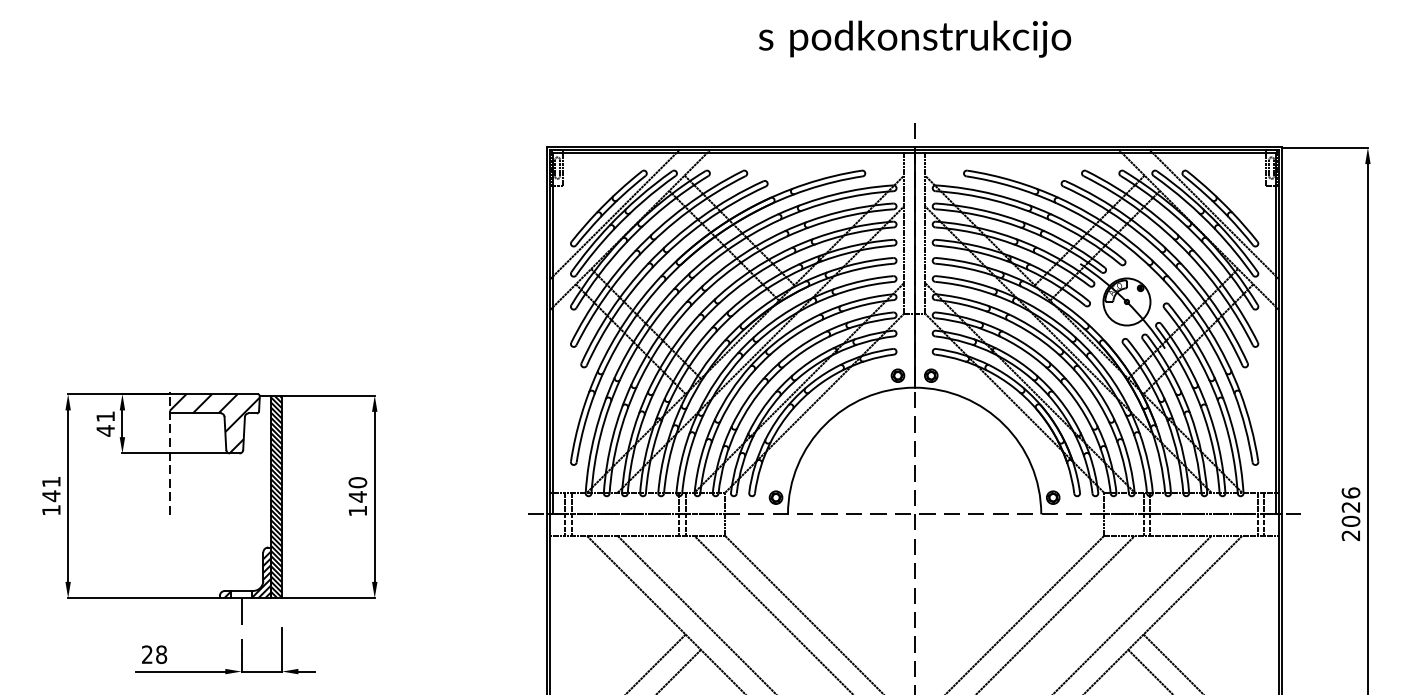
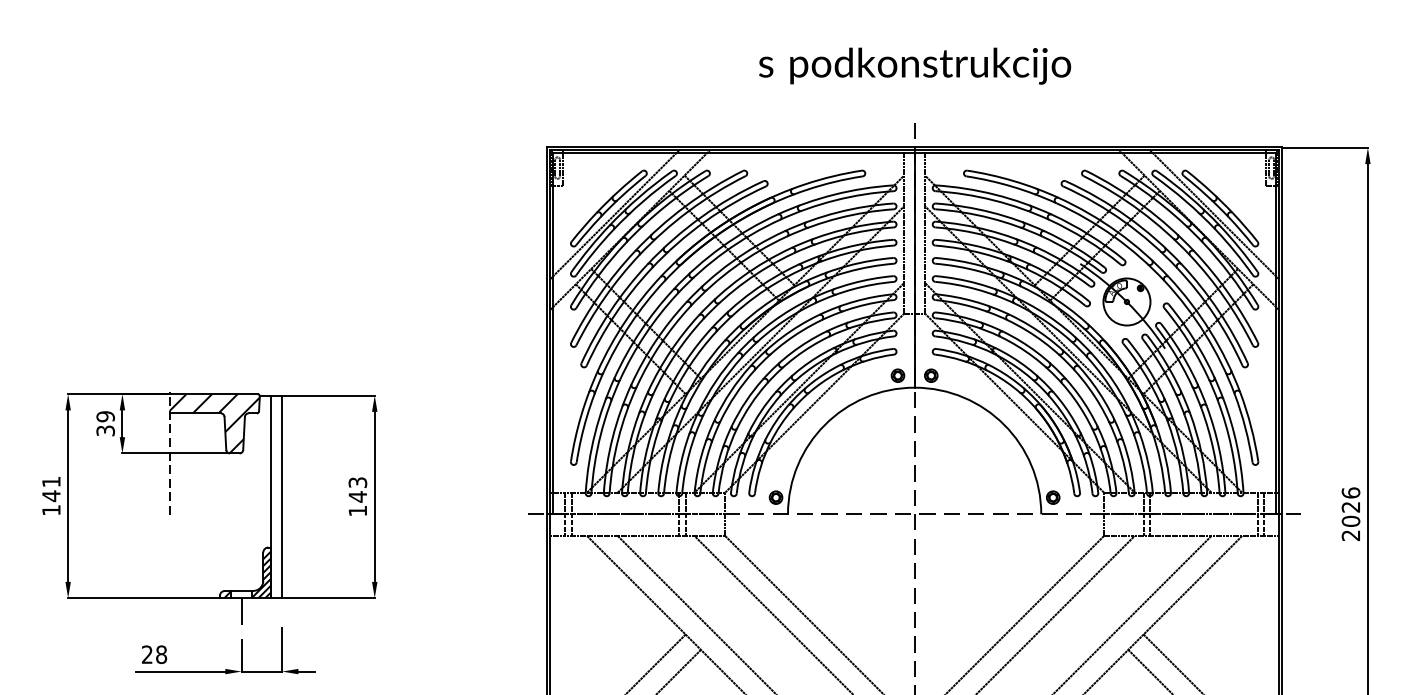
text at (915, 38) position: (915, 38) -> (915, 65)
text at (105, 423): 41 -> 39
text at (357, 482): 140 -> 143
hatch at (276, 496): present -> none
